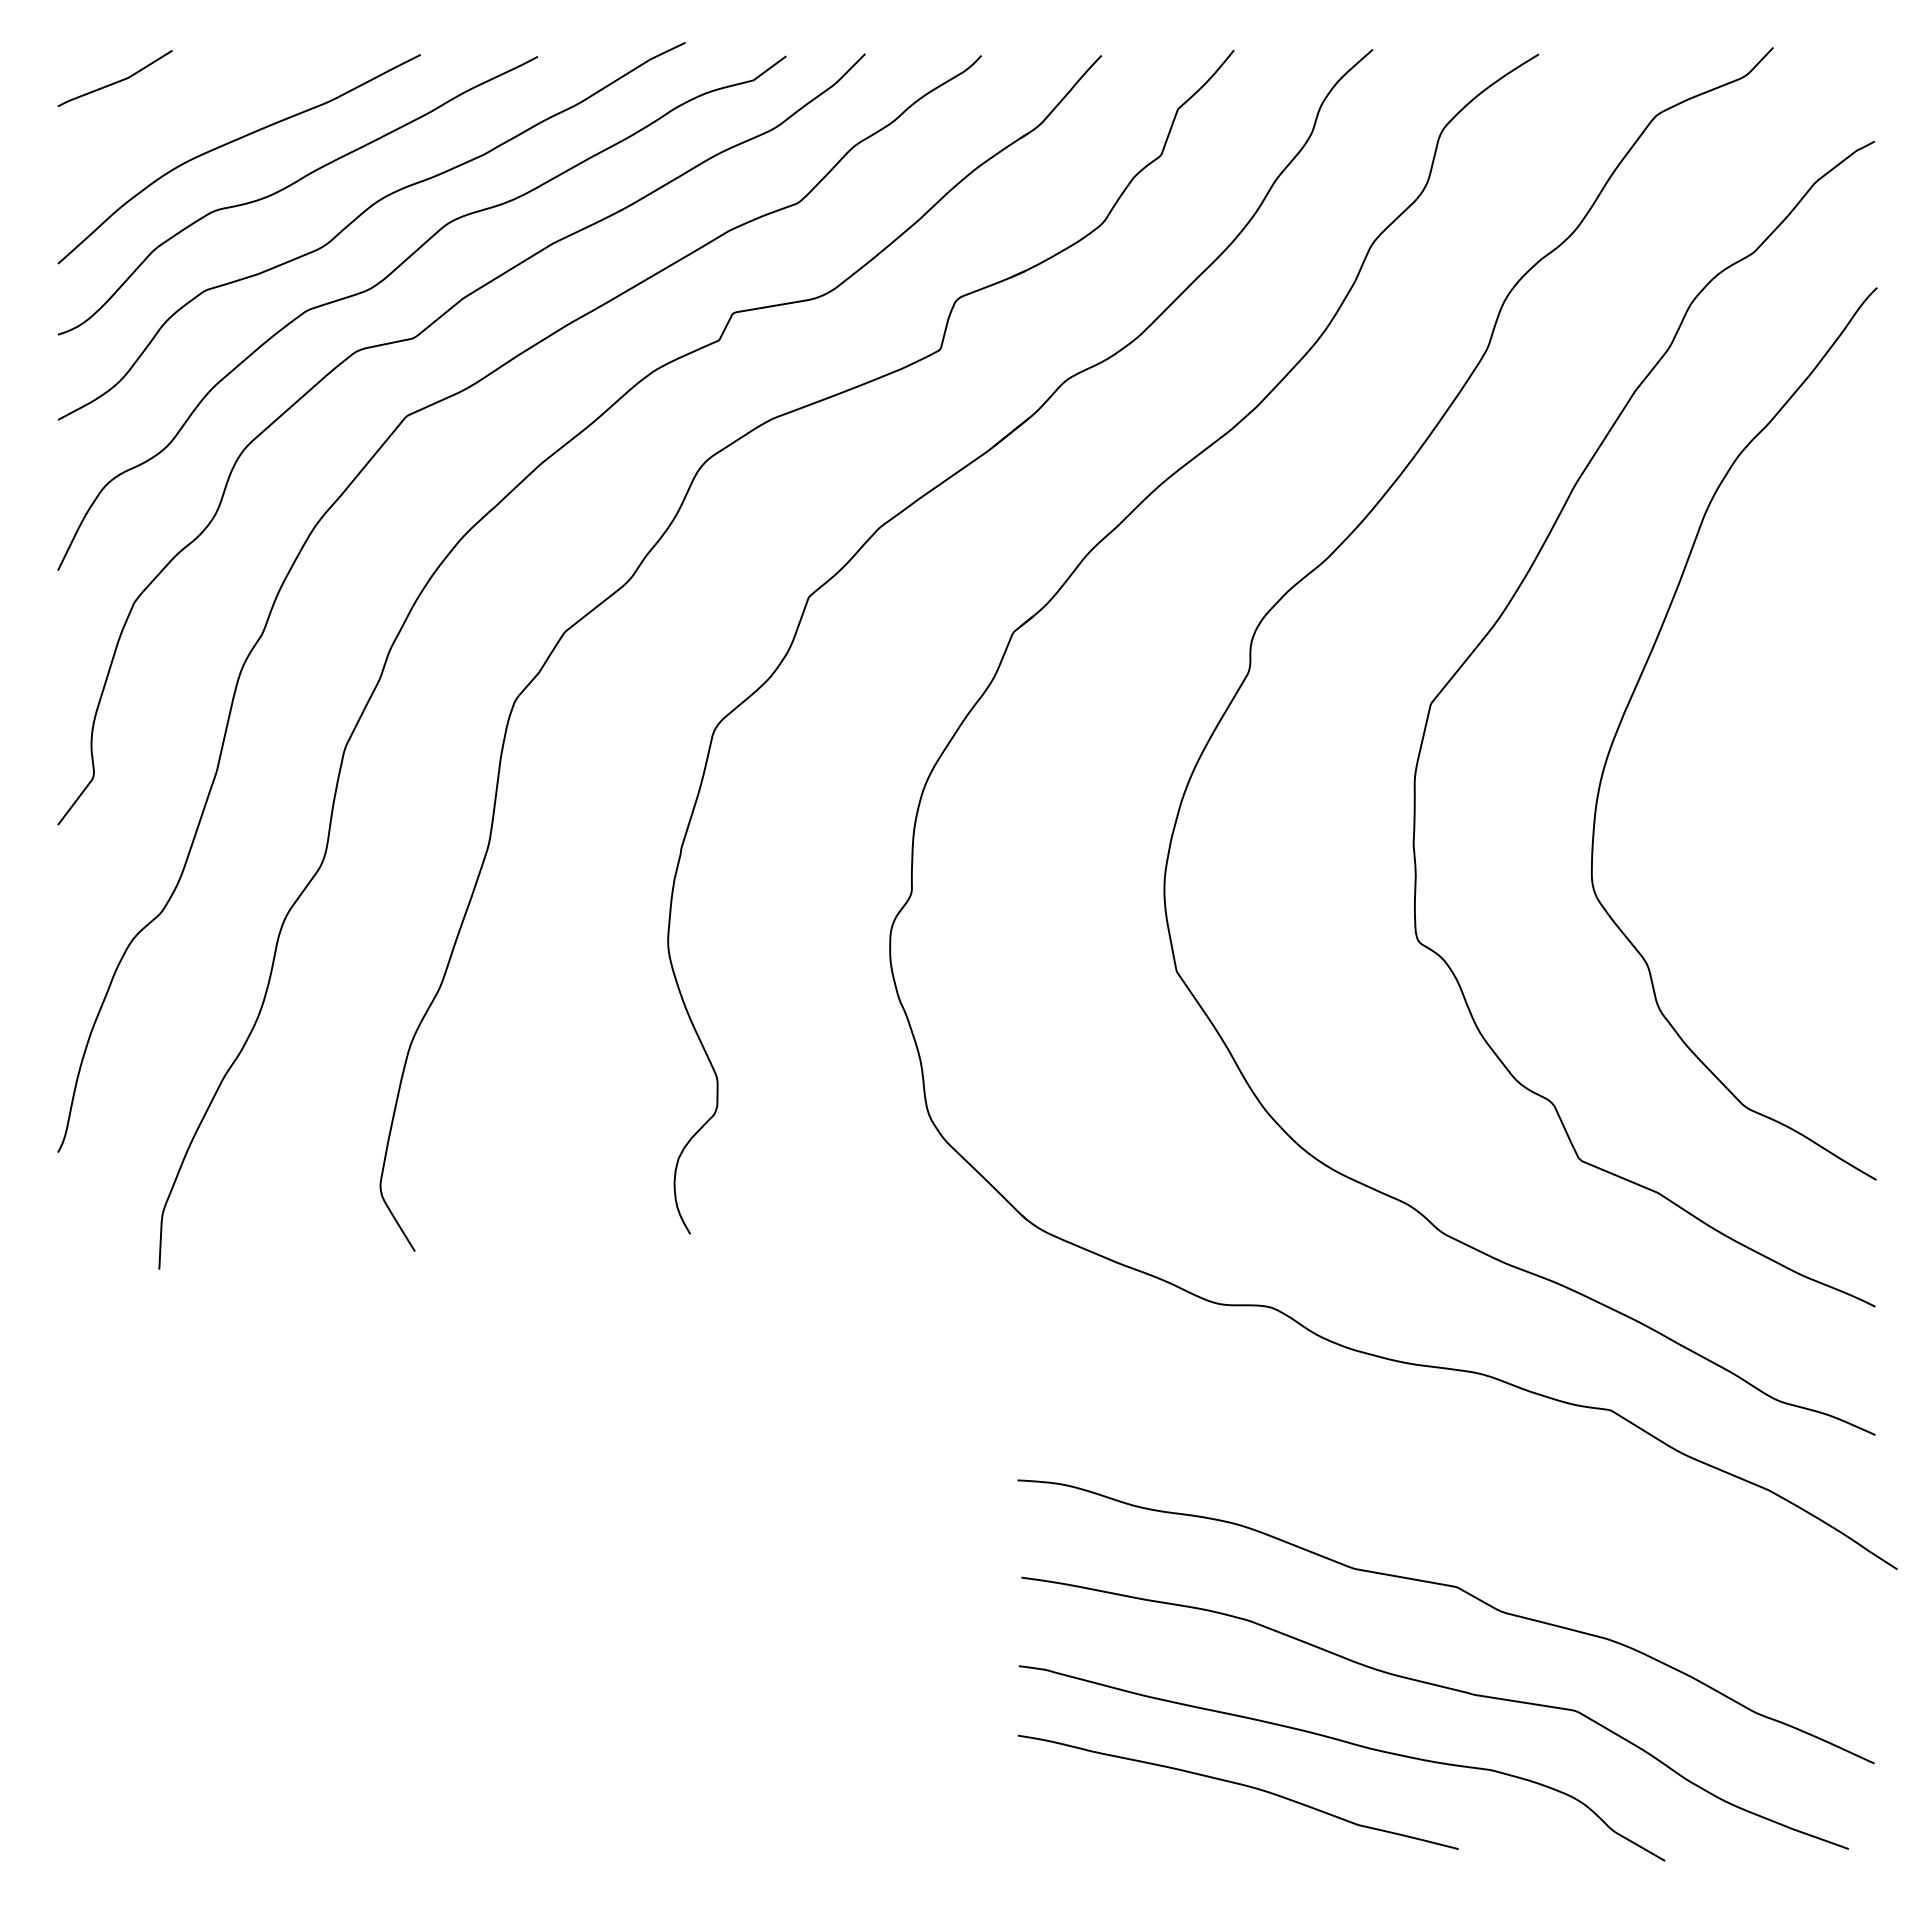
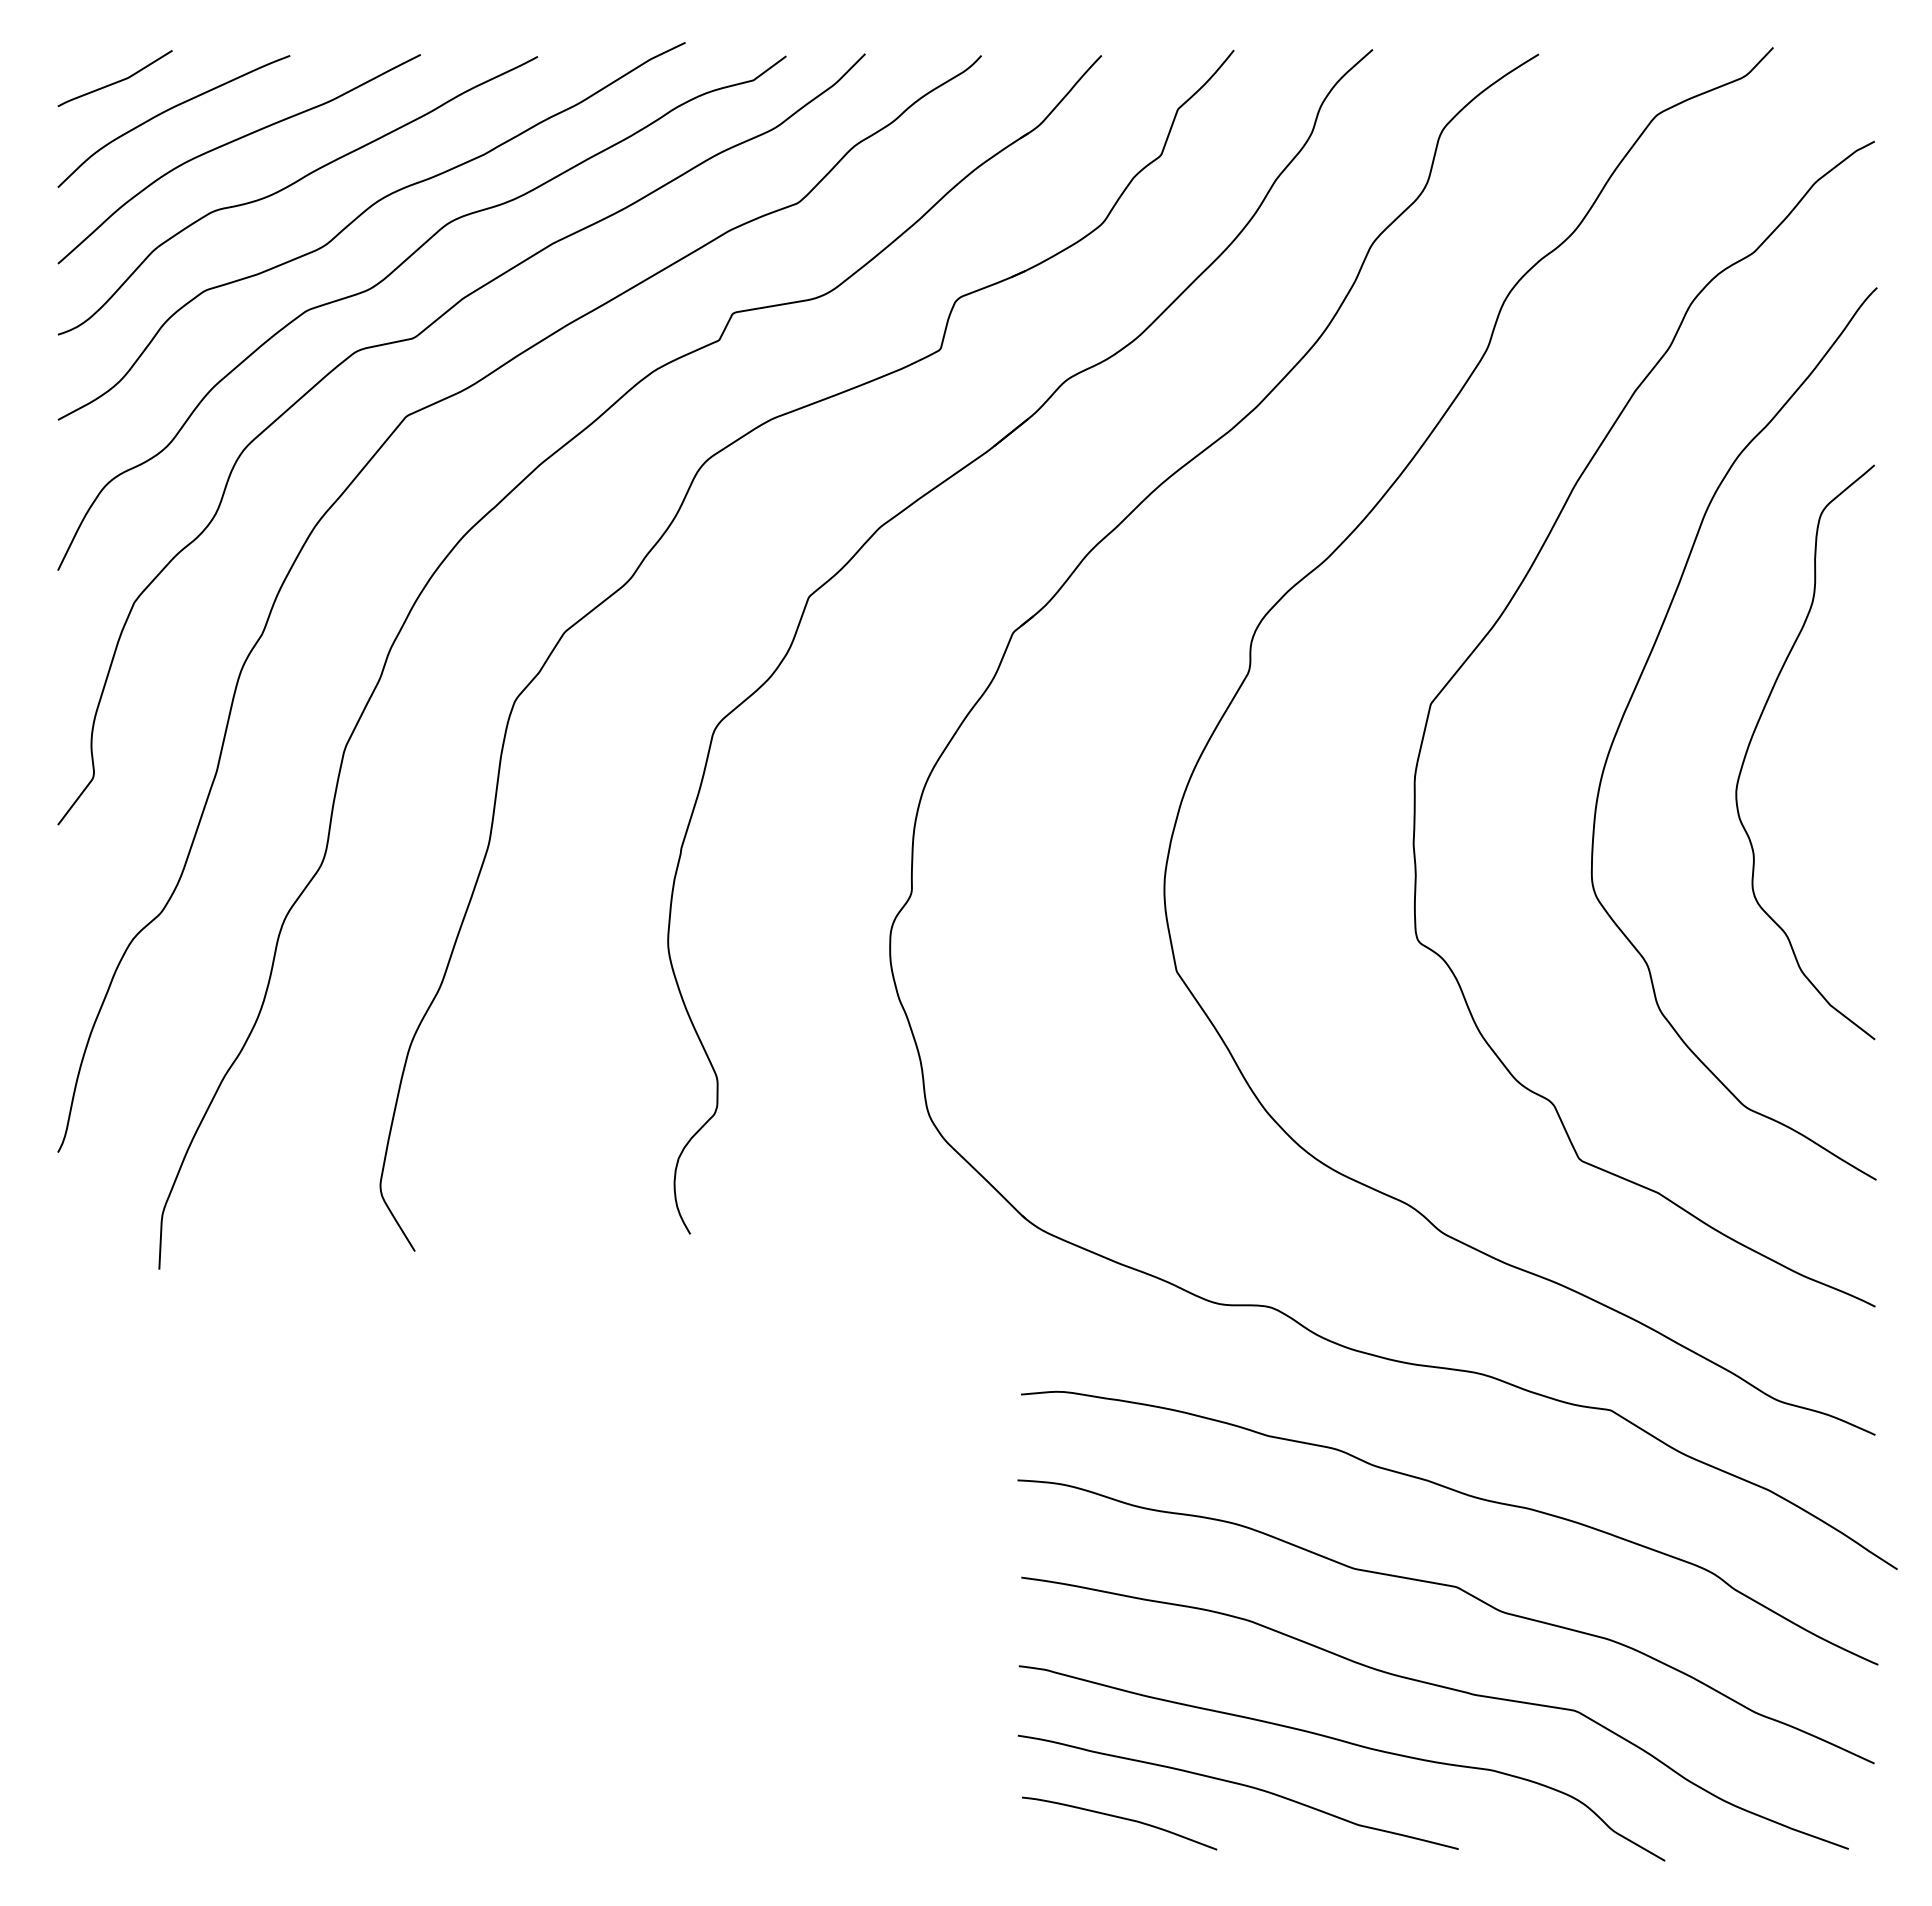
curve at (167, 111): none -> present
curve at (1756, 729): none -> present
curve at (1459, 1493): none -> present
curve at (1119, 1818): none -> present
